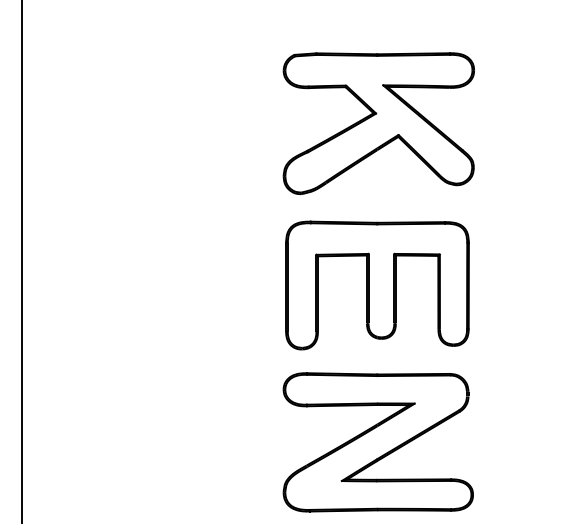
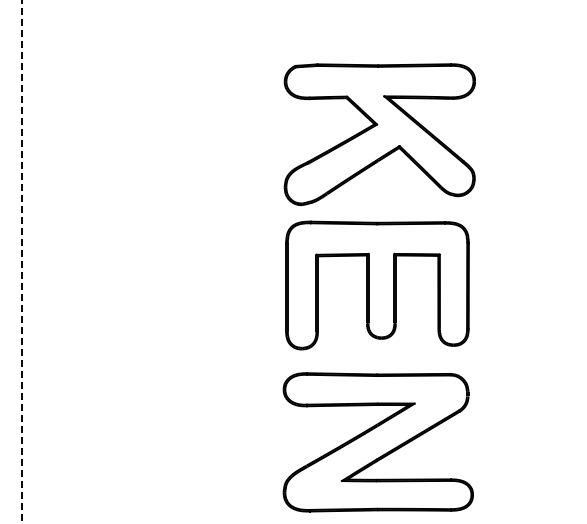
part at (378, 123) position: (378, 123) -> (379, 134)
line at (22, 262): solid -> dashed
